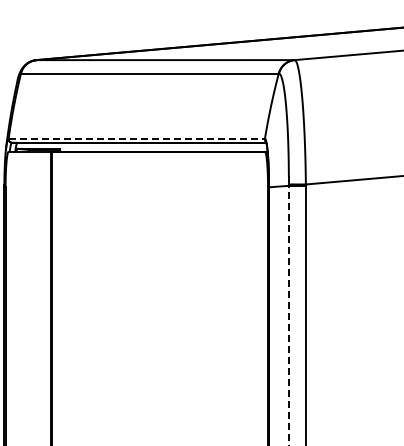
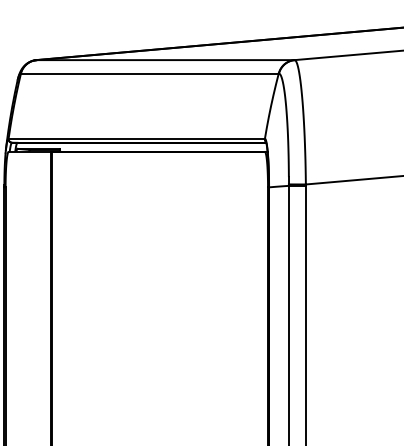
line at (137, 138): dashed -> solid
line at (288, 315): dashed -> solid
